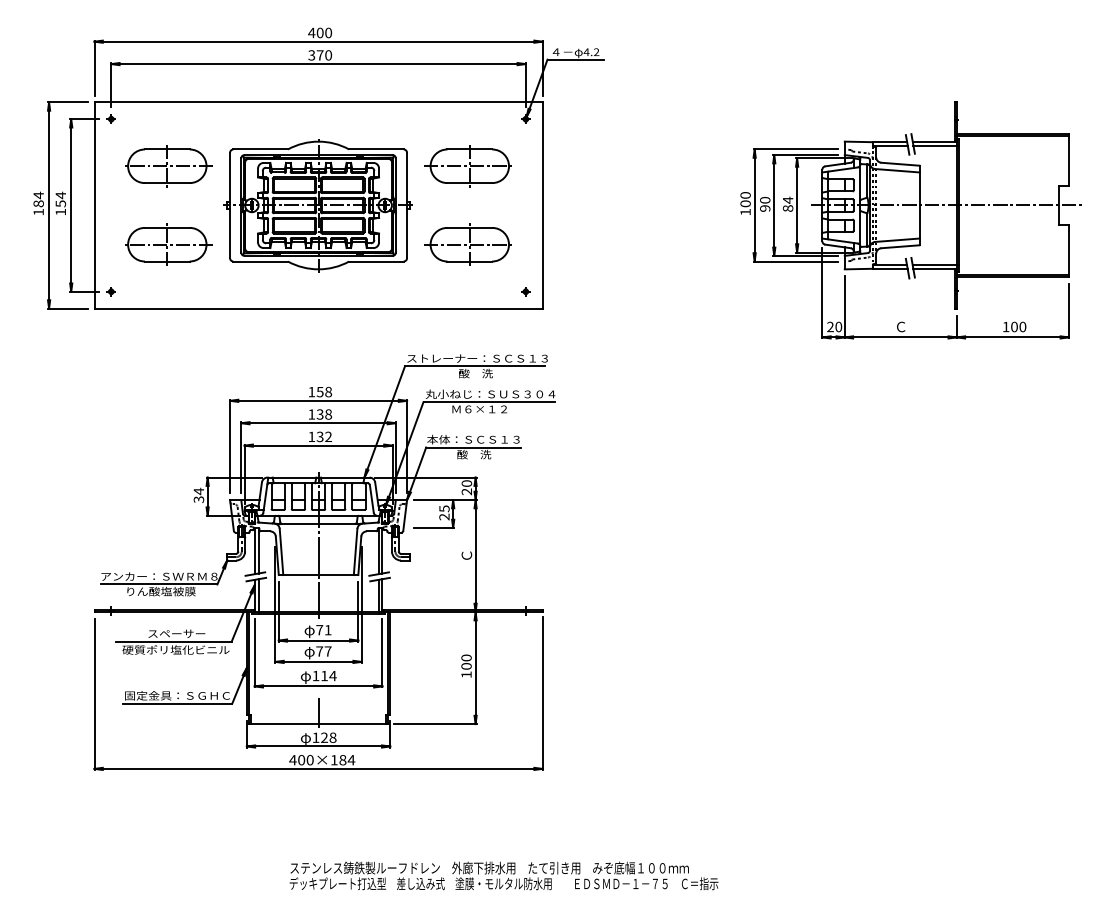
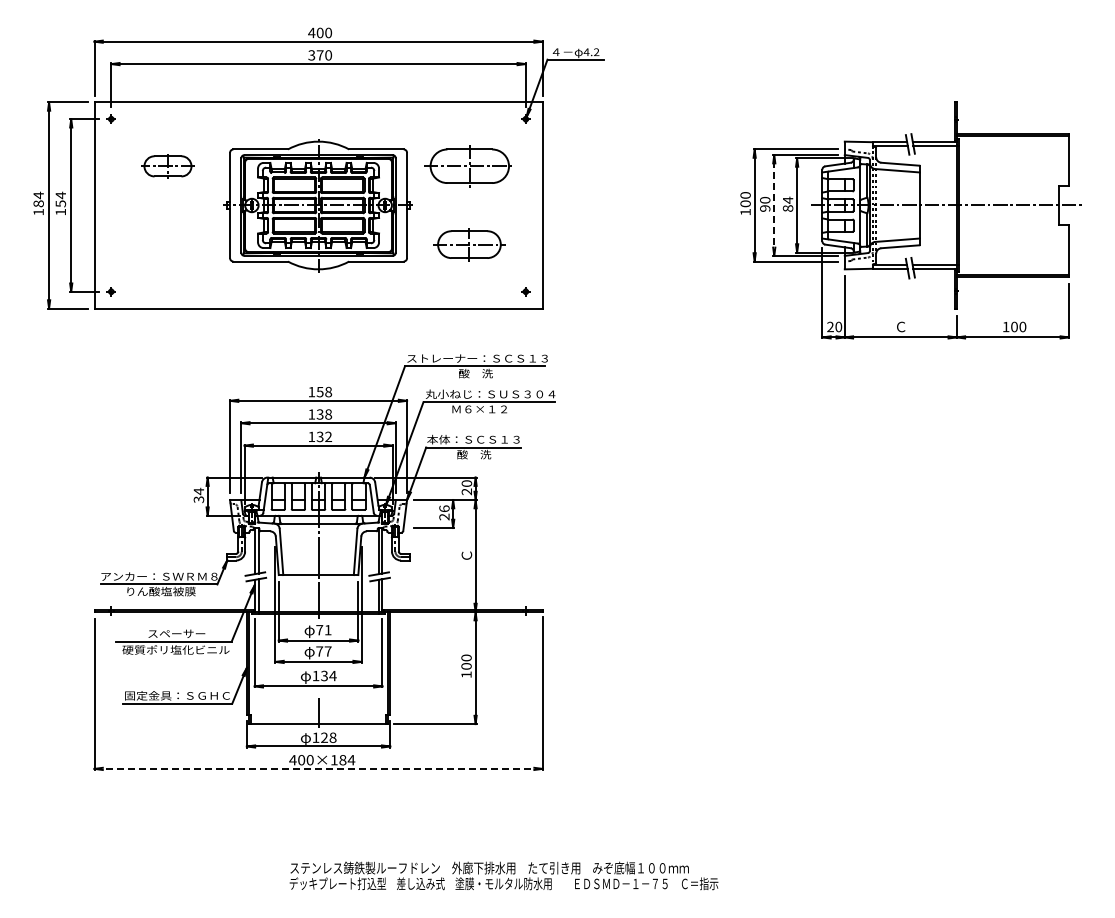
part at (168, 166) size: 88x43 px -> 54x25 px
line at (774, 205): solid -> dashed
part at (168, 244): present -> none
part at (467, 244) size: 88x43 px -> 73x34 px
text at (444, 508): 25 -> 26
text at (324, 675): 114 -> 134
line at (319, 768): solid -> dashed
